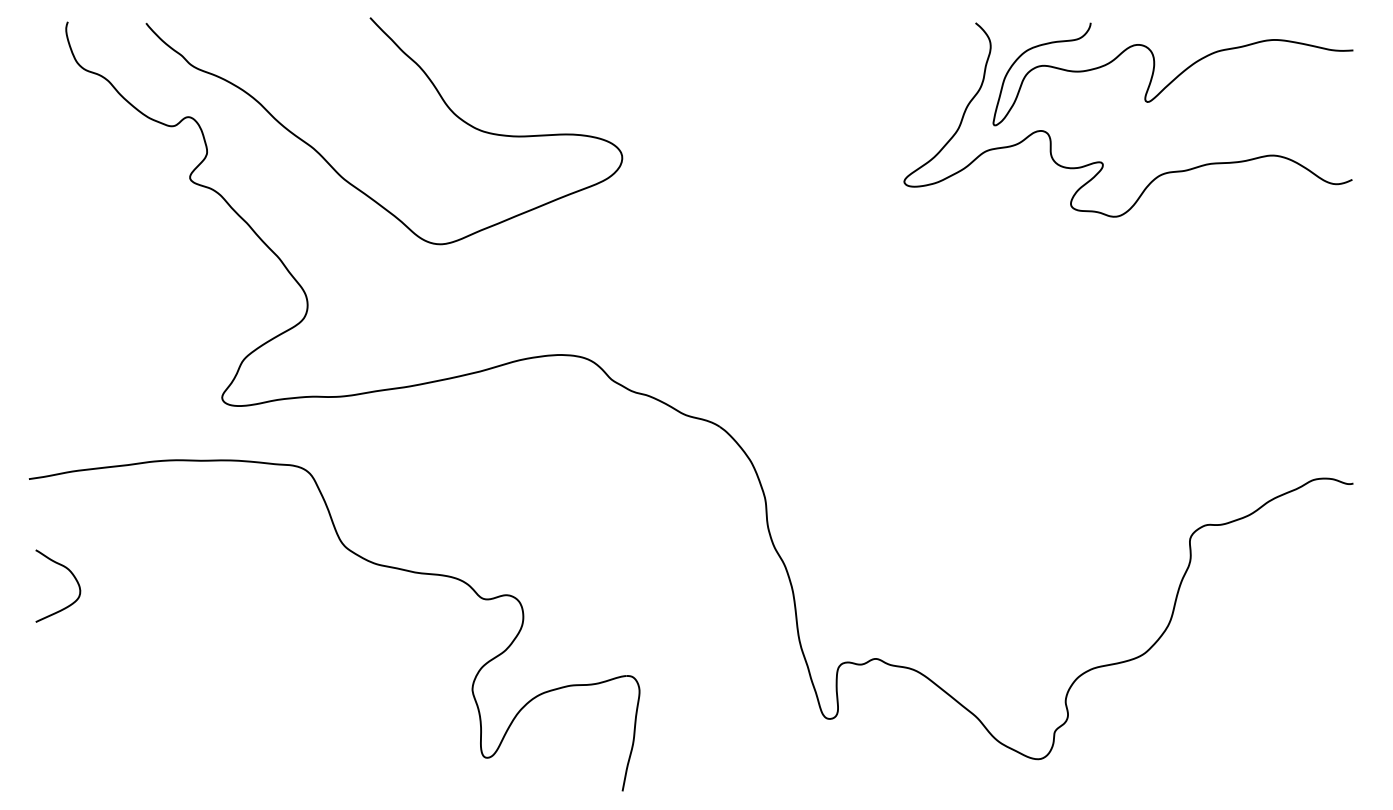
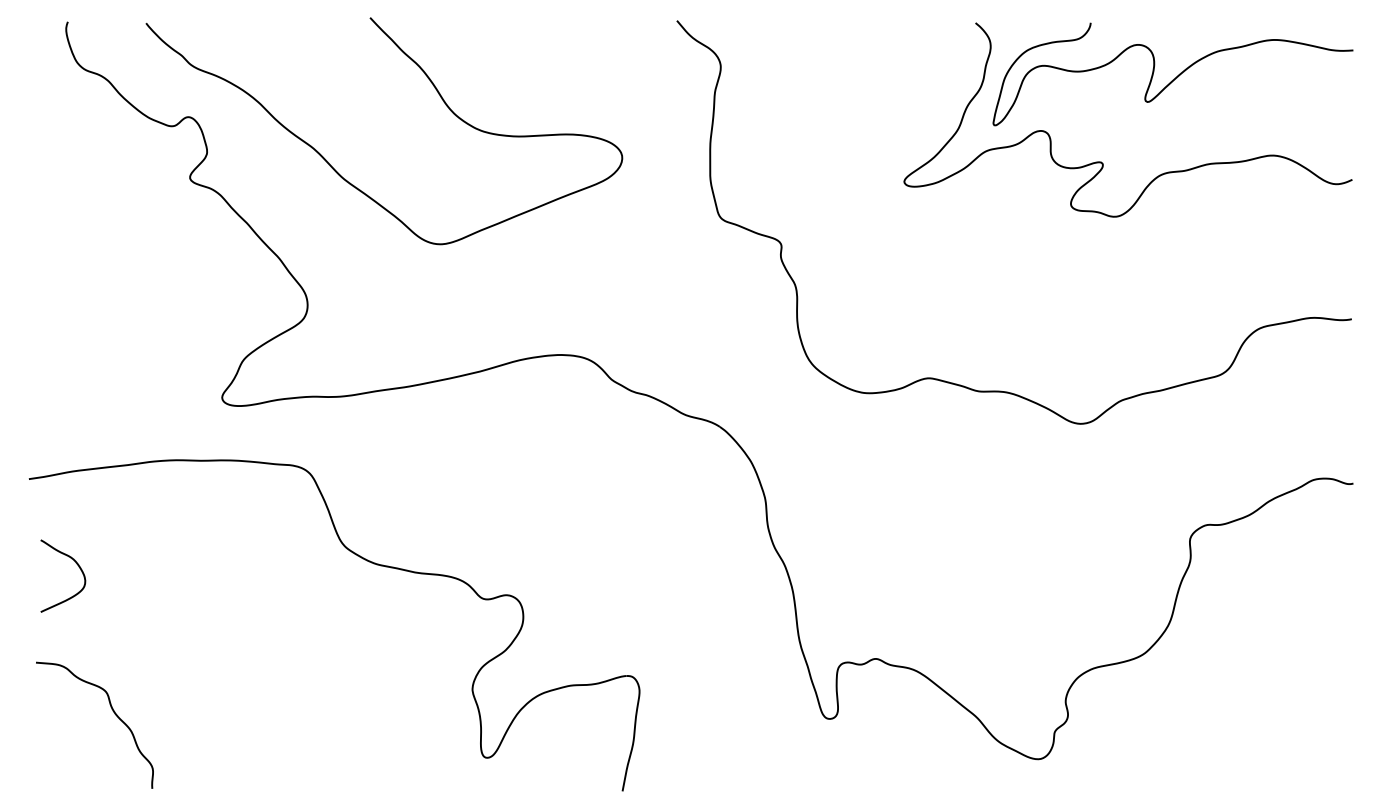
curve at (1001, 390): none -> present
curve at (73, 577) position: (73, 577) -> (78, 567)
curve at (112, 711): none -> present
